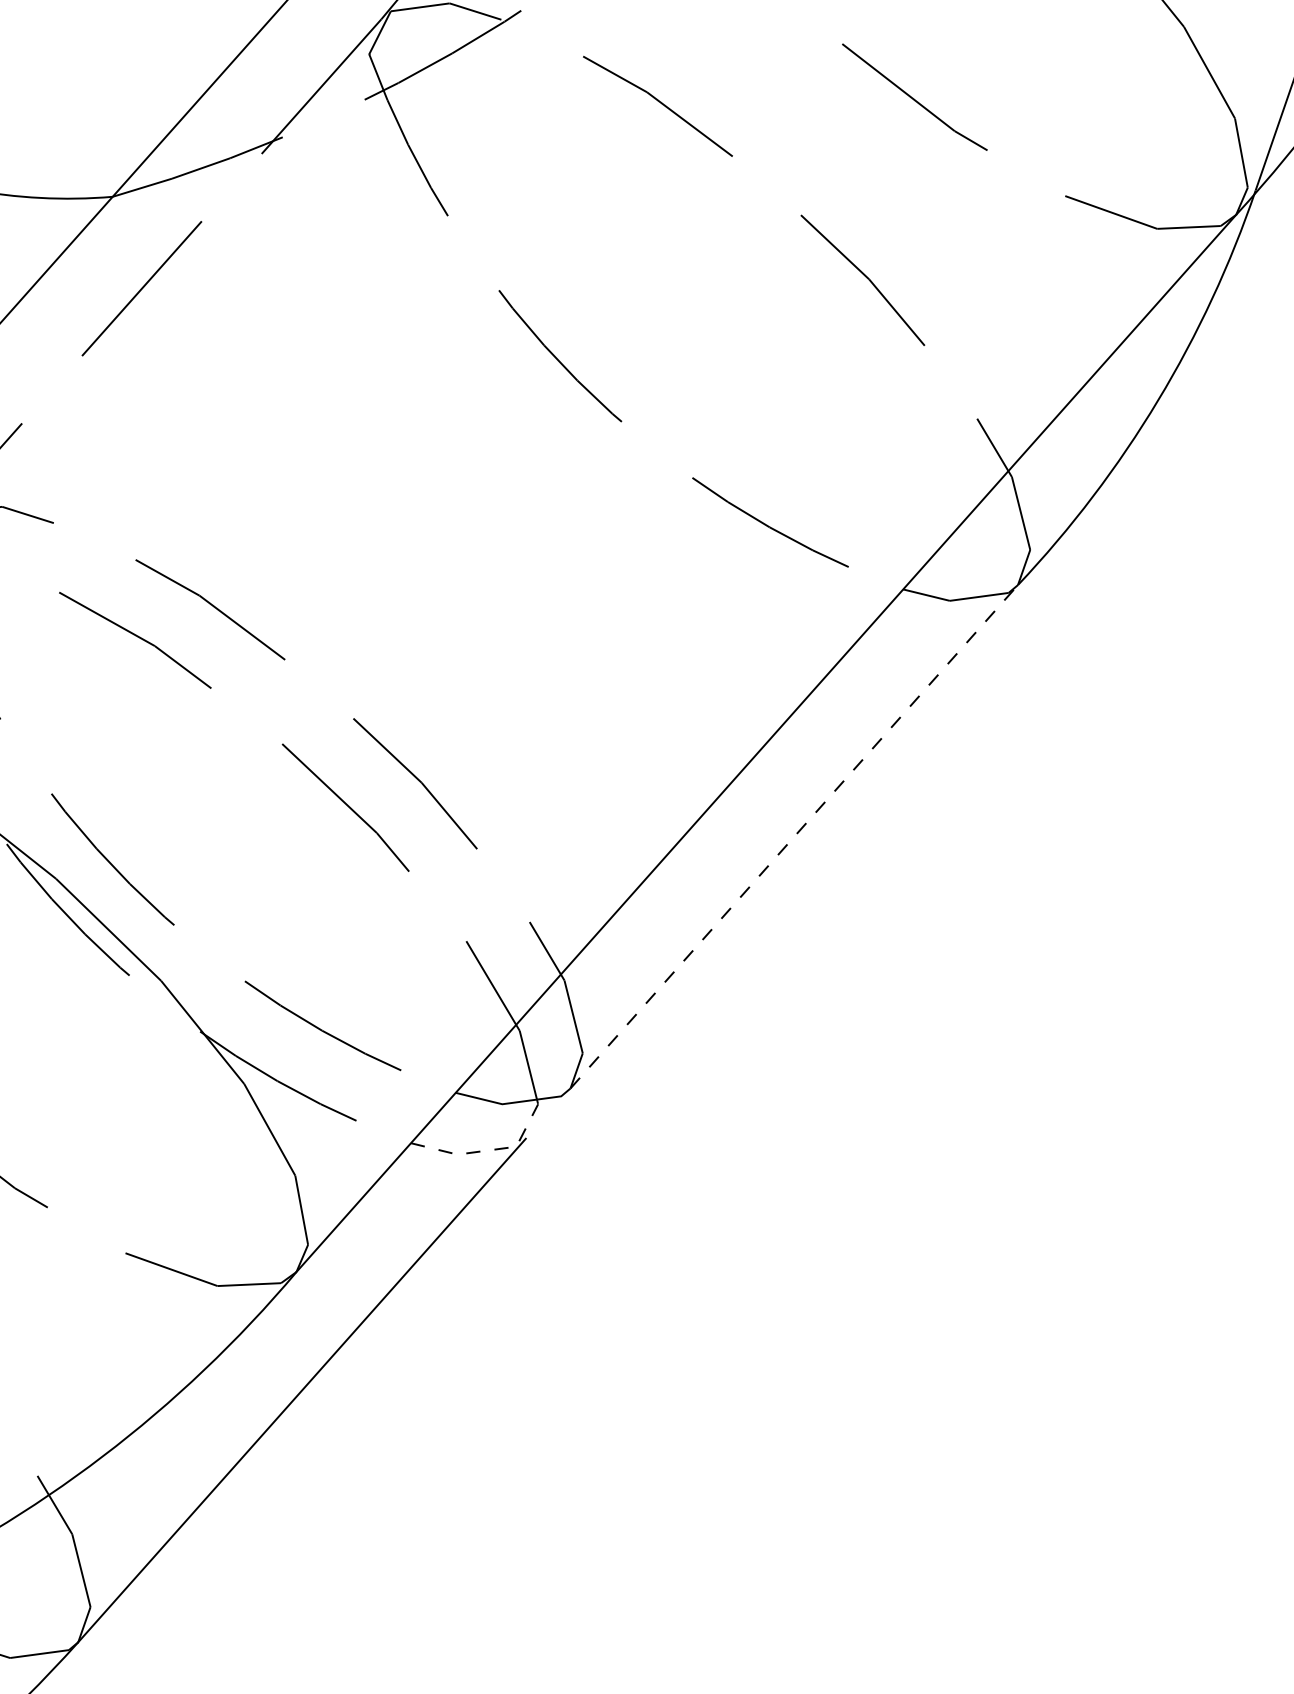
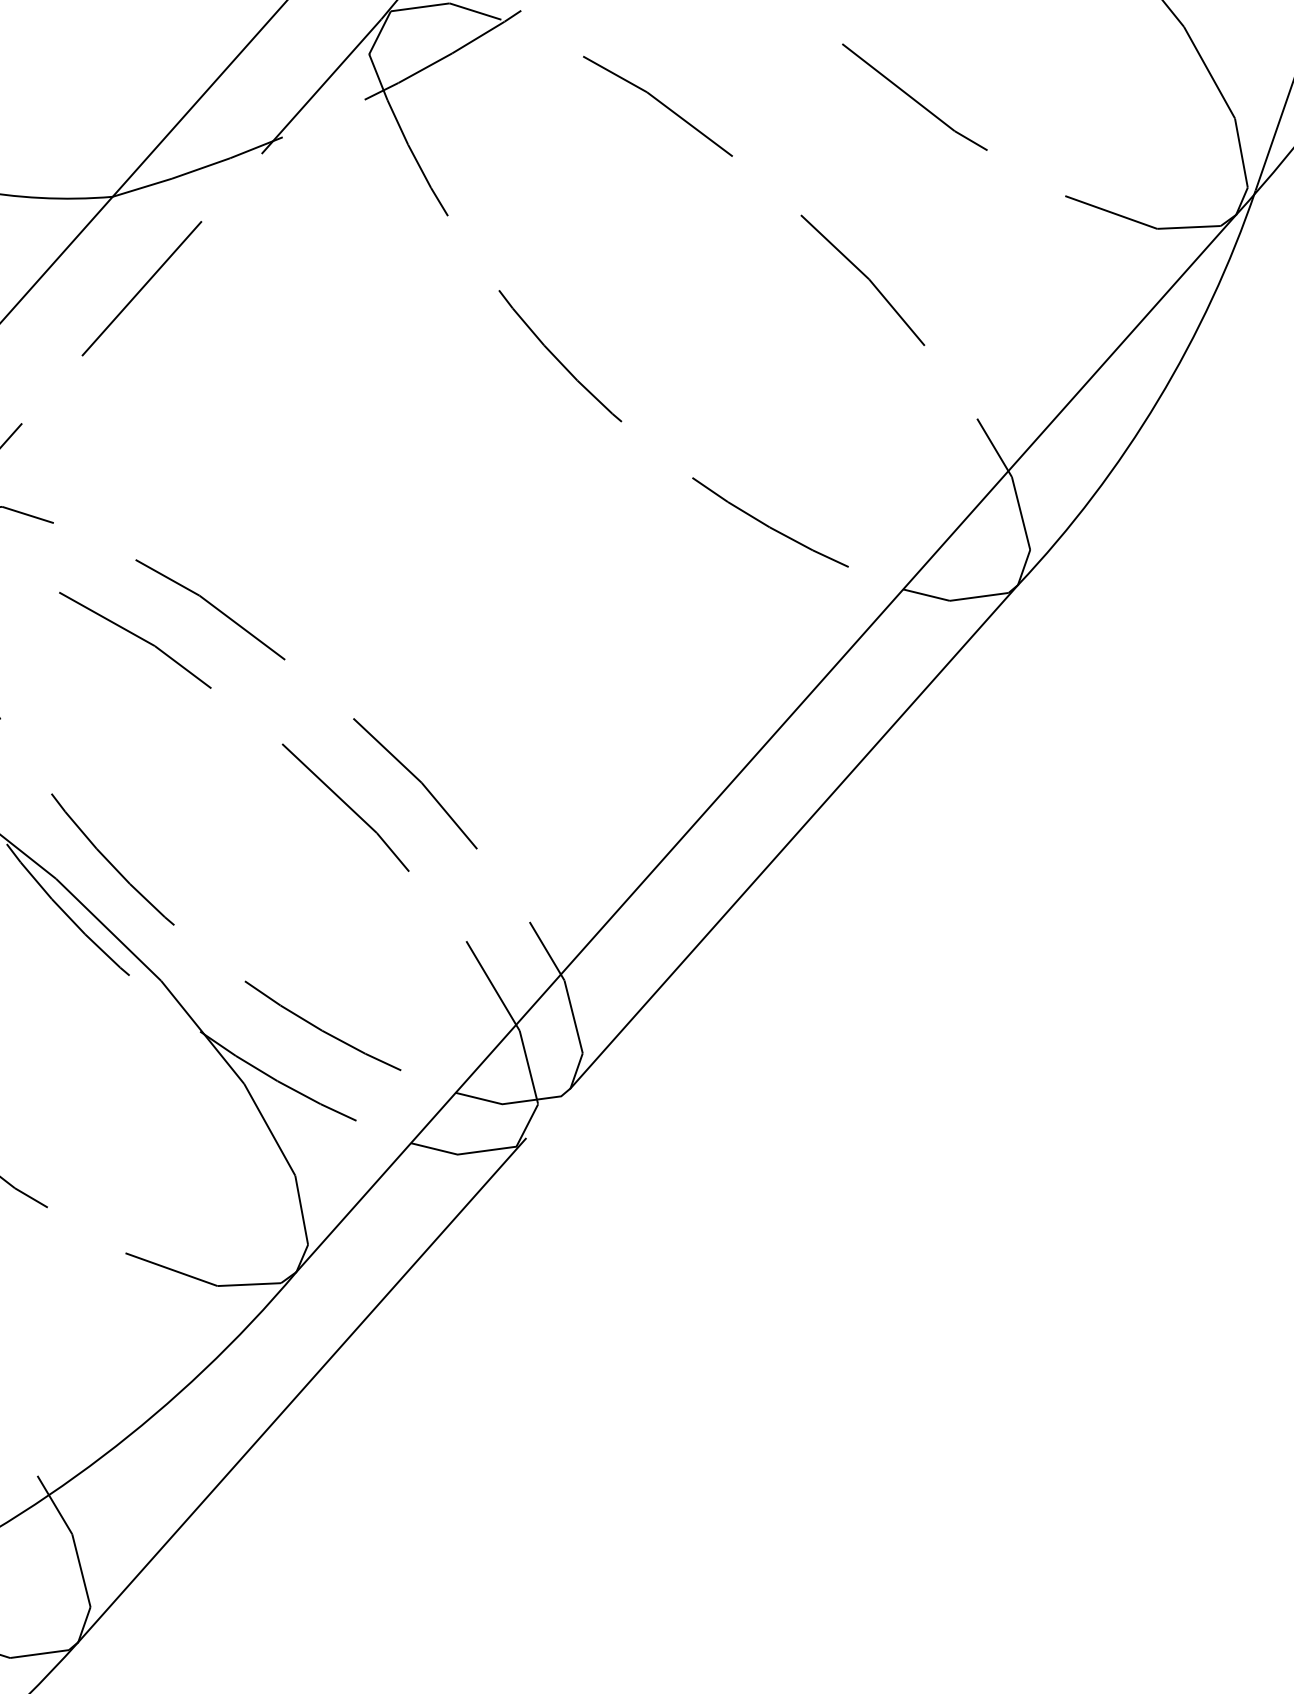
line at (794, 836): dashed -> solid
line at (487, 1150): dashed -> solid
